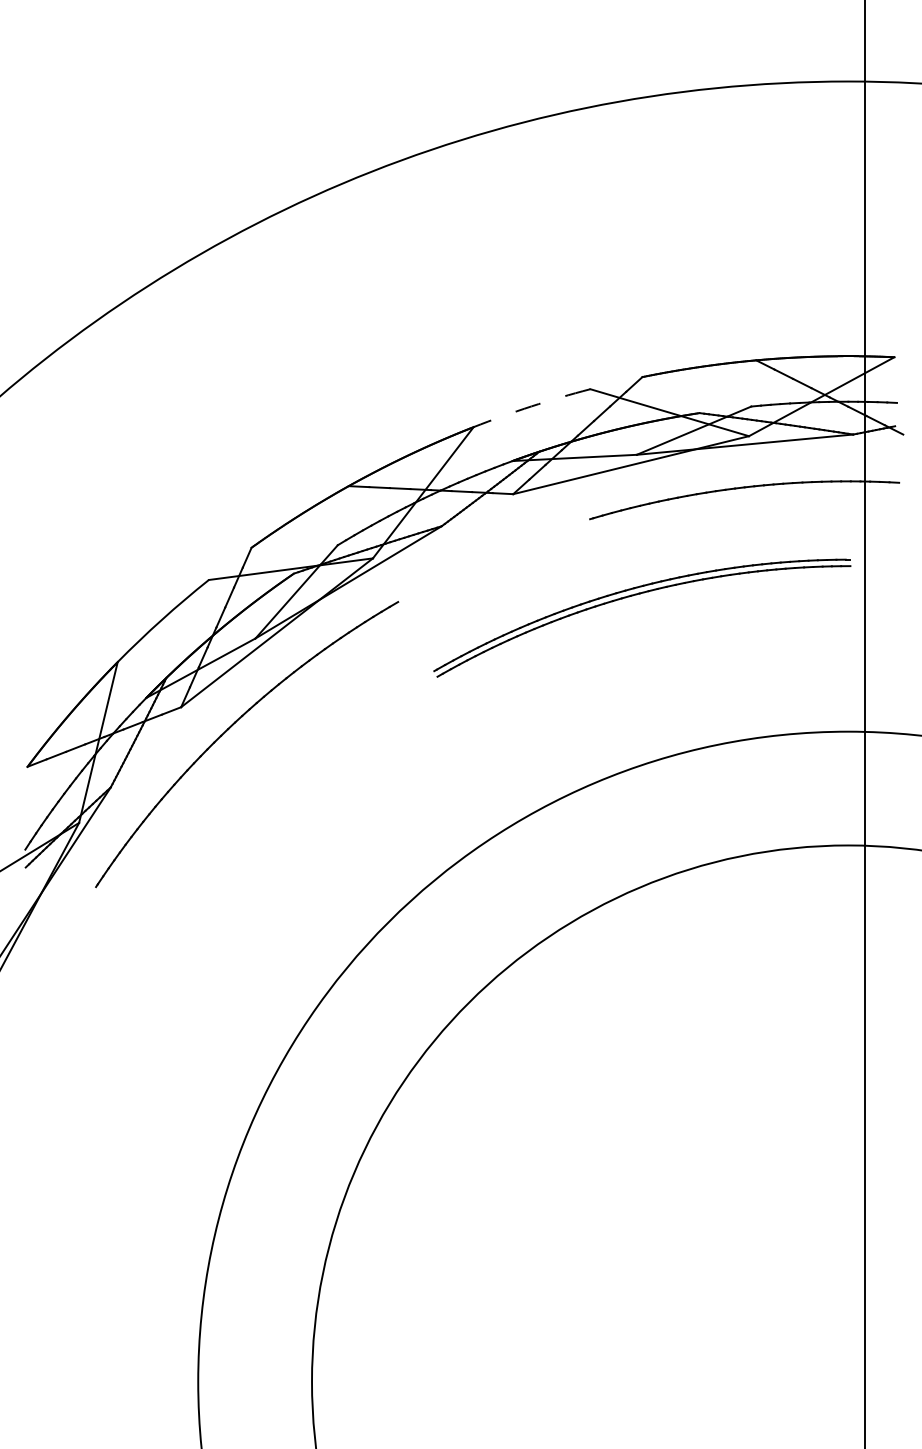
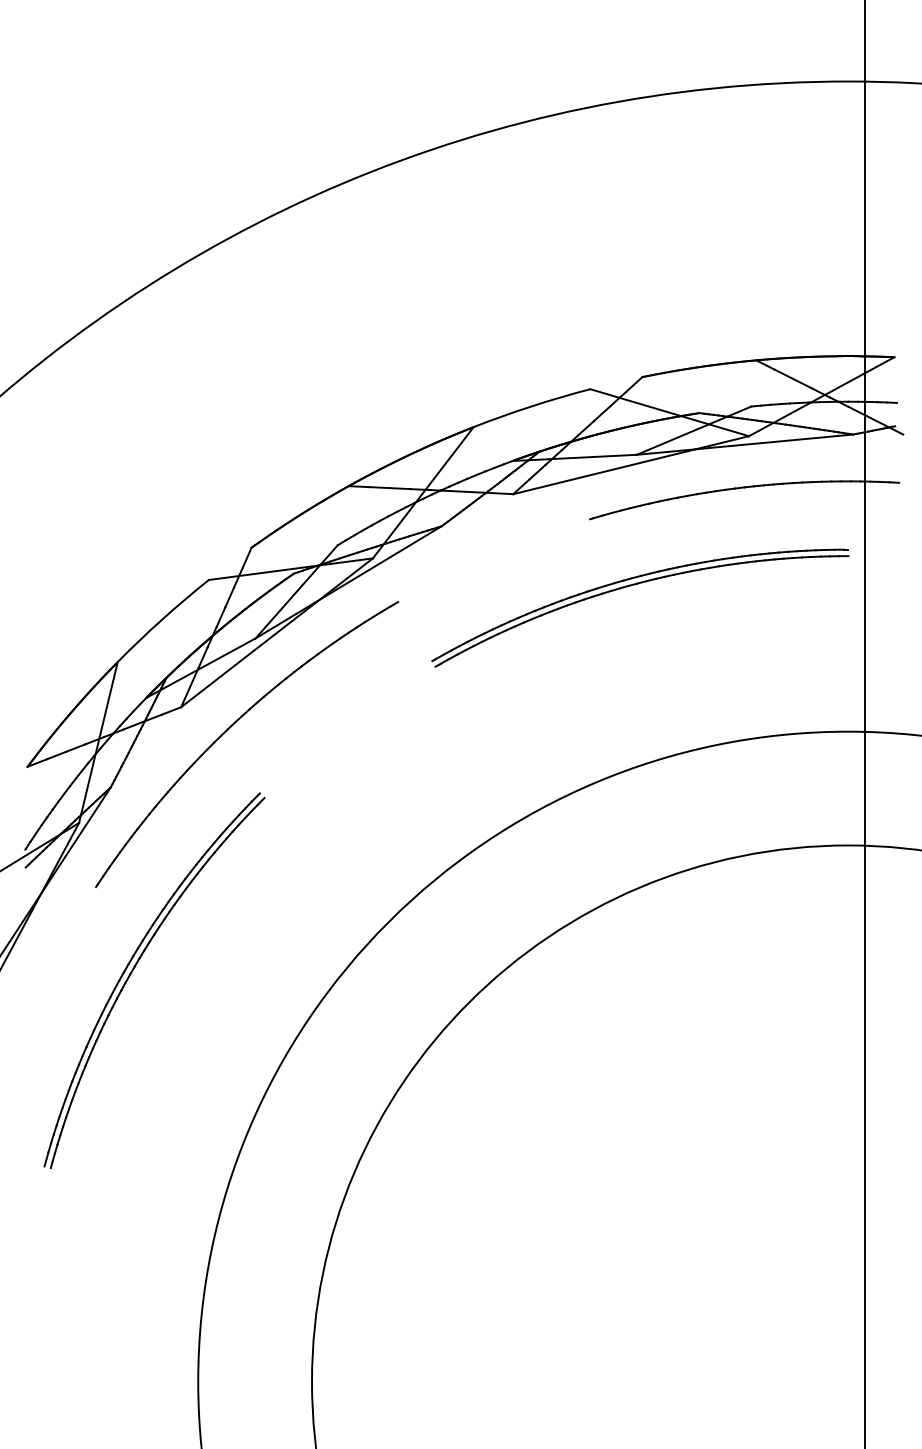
arc at (531, 406): dashed -> solid
part at (636, 595) position: (636, 595) -> (634, 585)
part at (134, 969): none -> present
